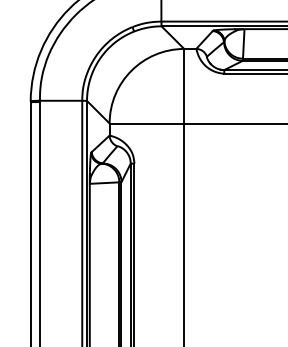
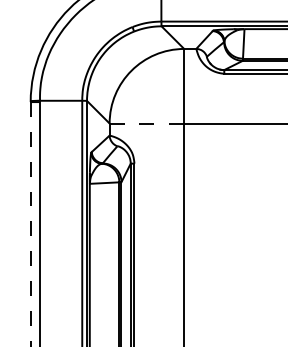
line at (147, 123): solid -> dashed
line at (30, 224): solid -> dashed
